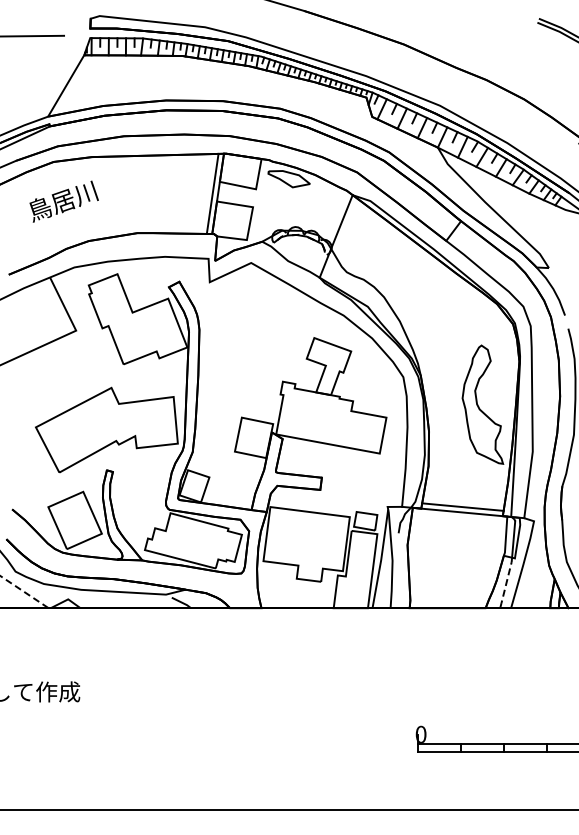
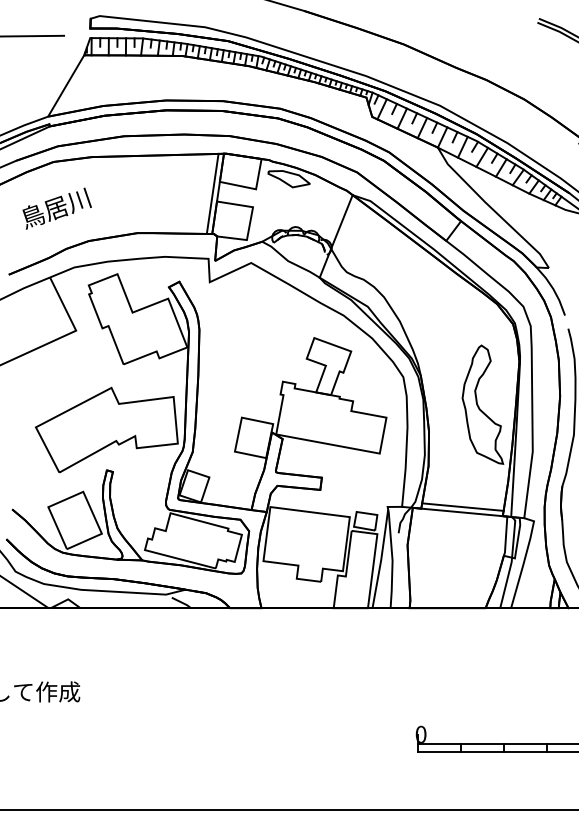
text at (63, 201) position: (63, 201) -> (56, 208)
line at (506, 583): dashed -> solid
line at (24, 592): dashed -> solid
